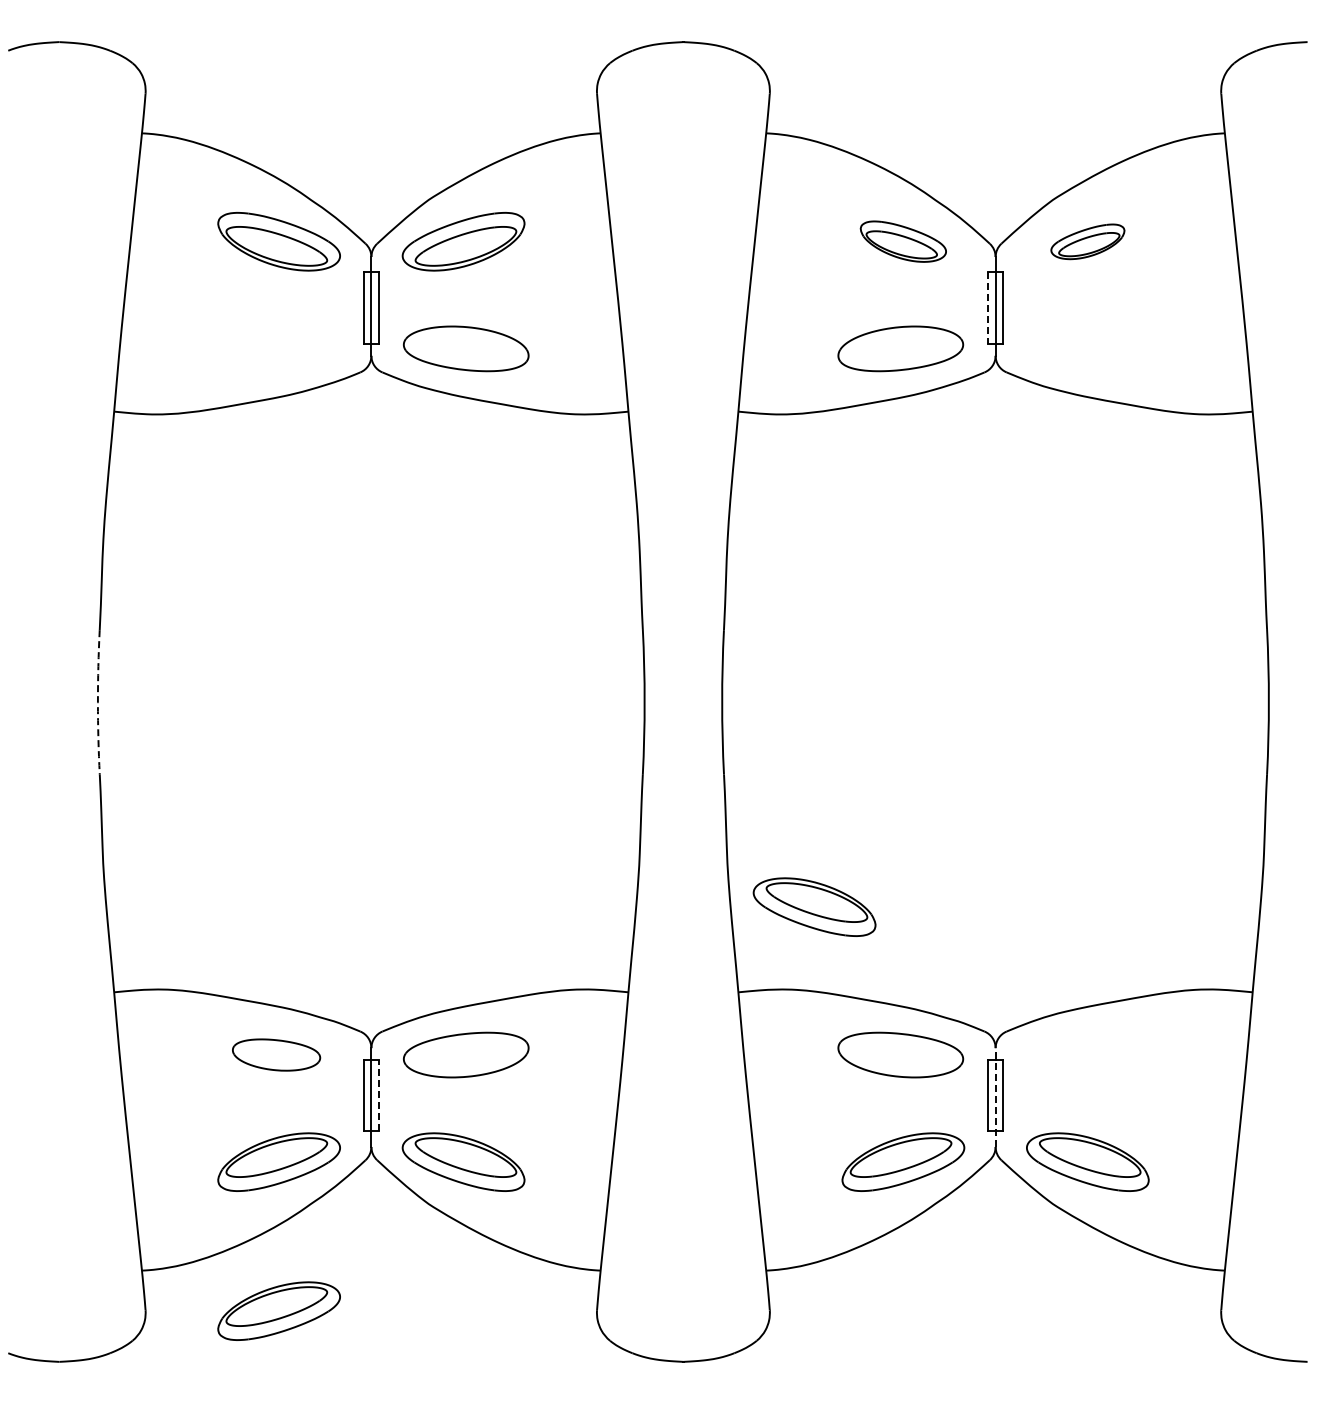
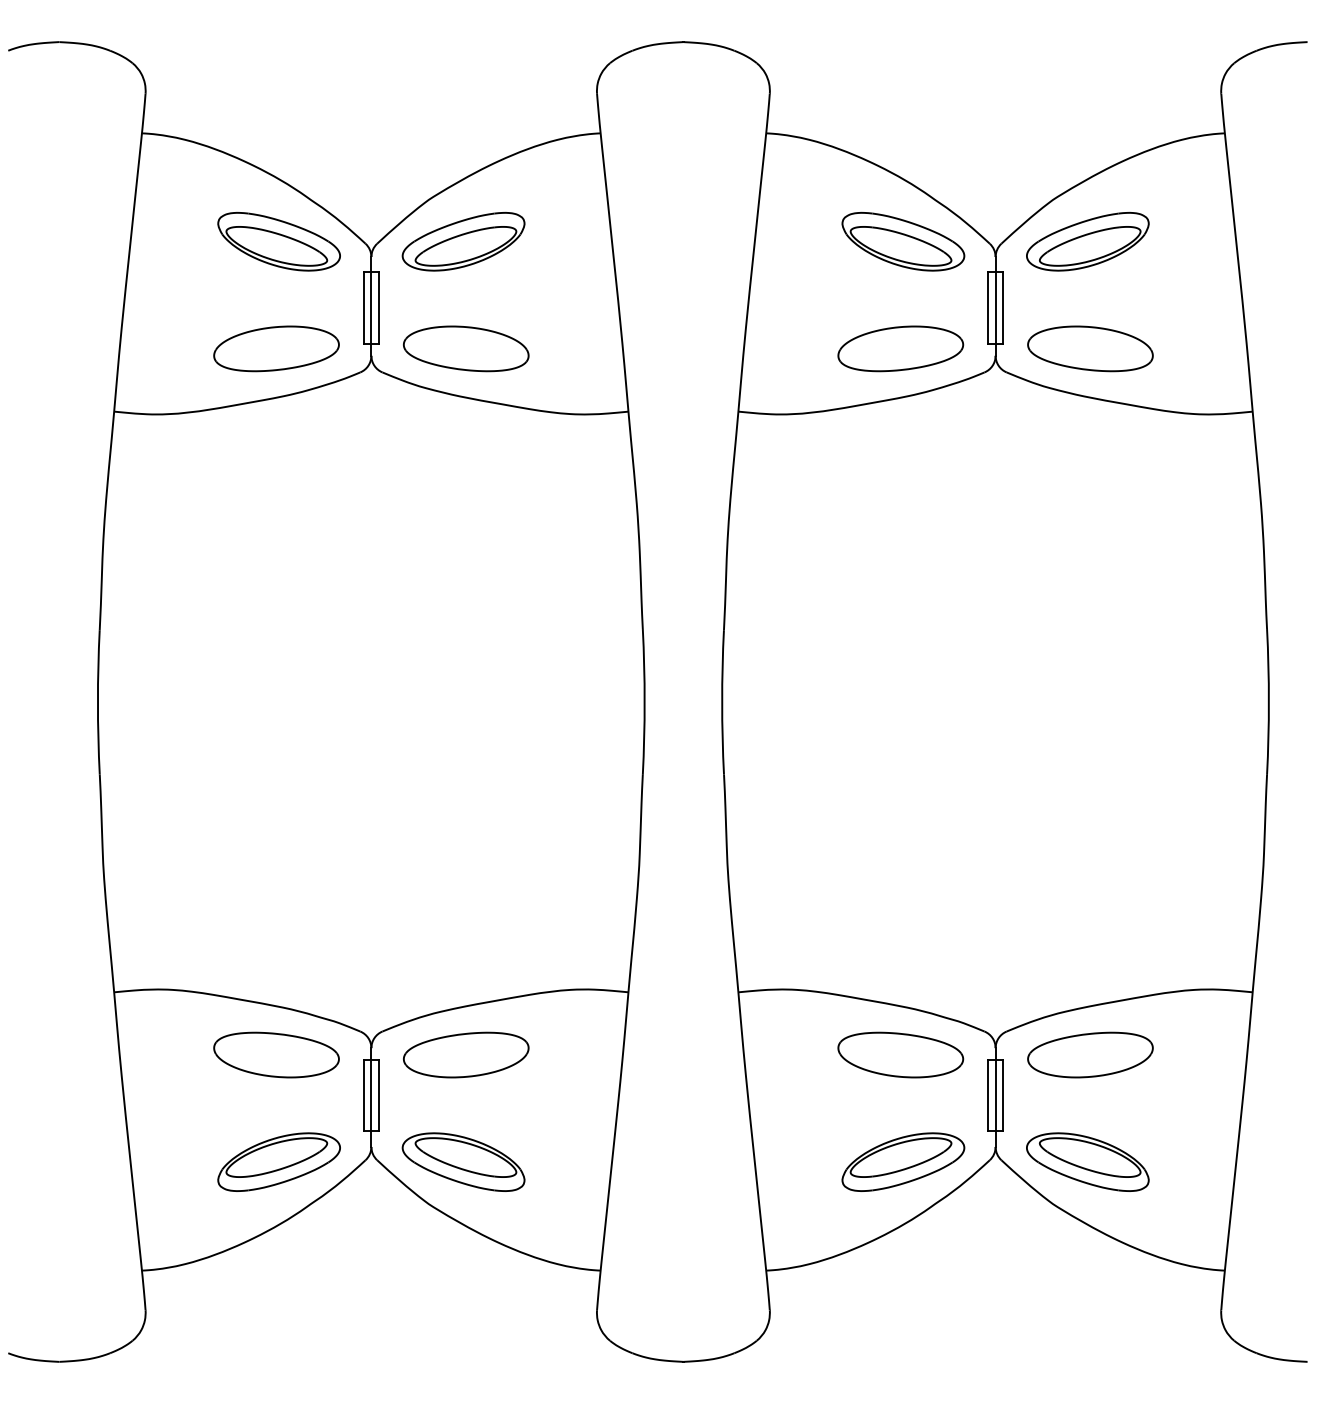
part at (902, 241) size: 88x43 px -> 125x61 px
part at (1087, 241) size: 76x38 px -> 124x60 px
line at (988, 308): dashed -> solid
part at (276, 348): none -> present
part at (1090, 348): none -> present
arc at (97, 702): dashed -> solid
part at (814, 906): present -> none
part at (276, 1054) size: 90x34 px -> 127x48 px
part at (1090, 1054): none -> present
line at (378, 1095): dashed -> solid
line at (995, 1097): dashed -> solid
part at (278, 1310): present -> none
